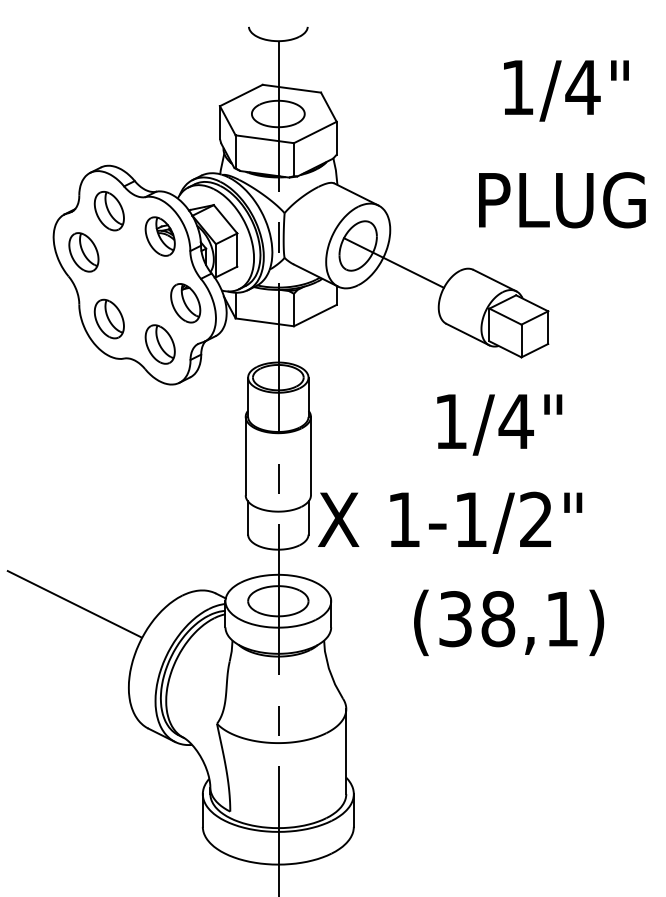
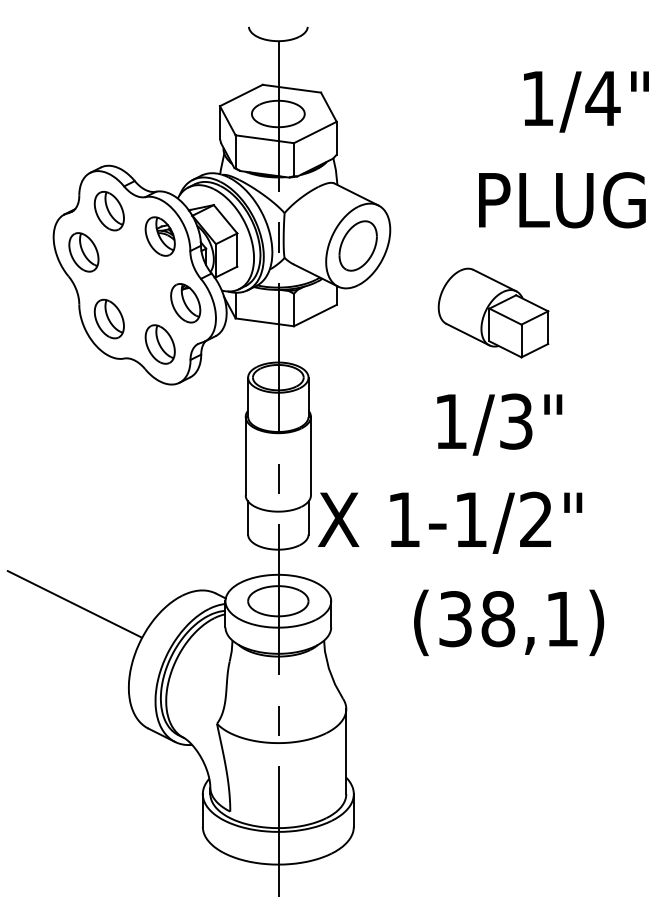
text at (566, 90) position: (566, 90) -> (586, 101)
line at (393, 262): present -> none
text at (515, 421): 1/4" -> 1/3"
